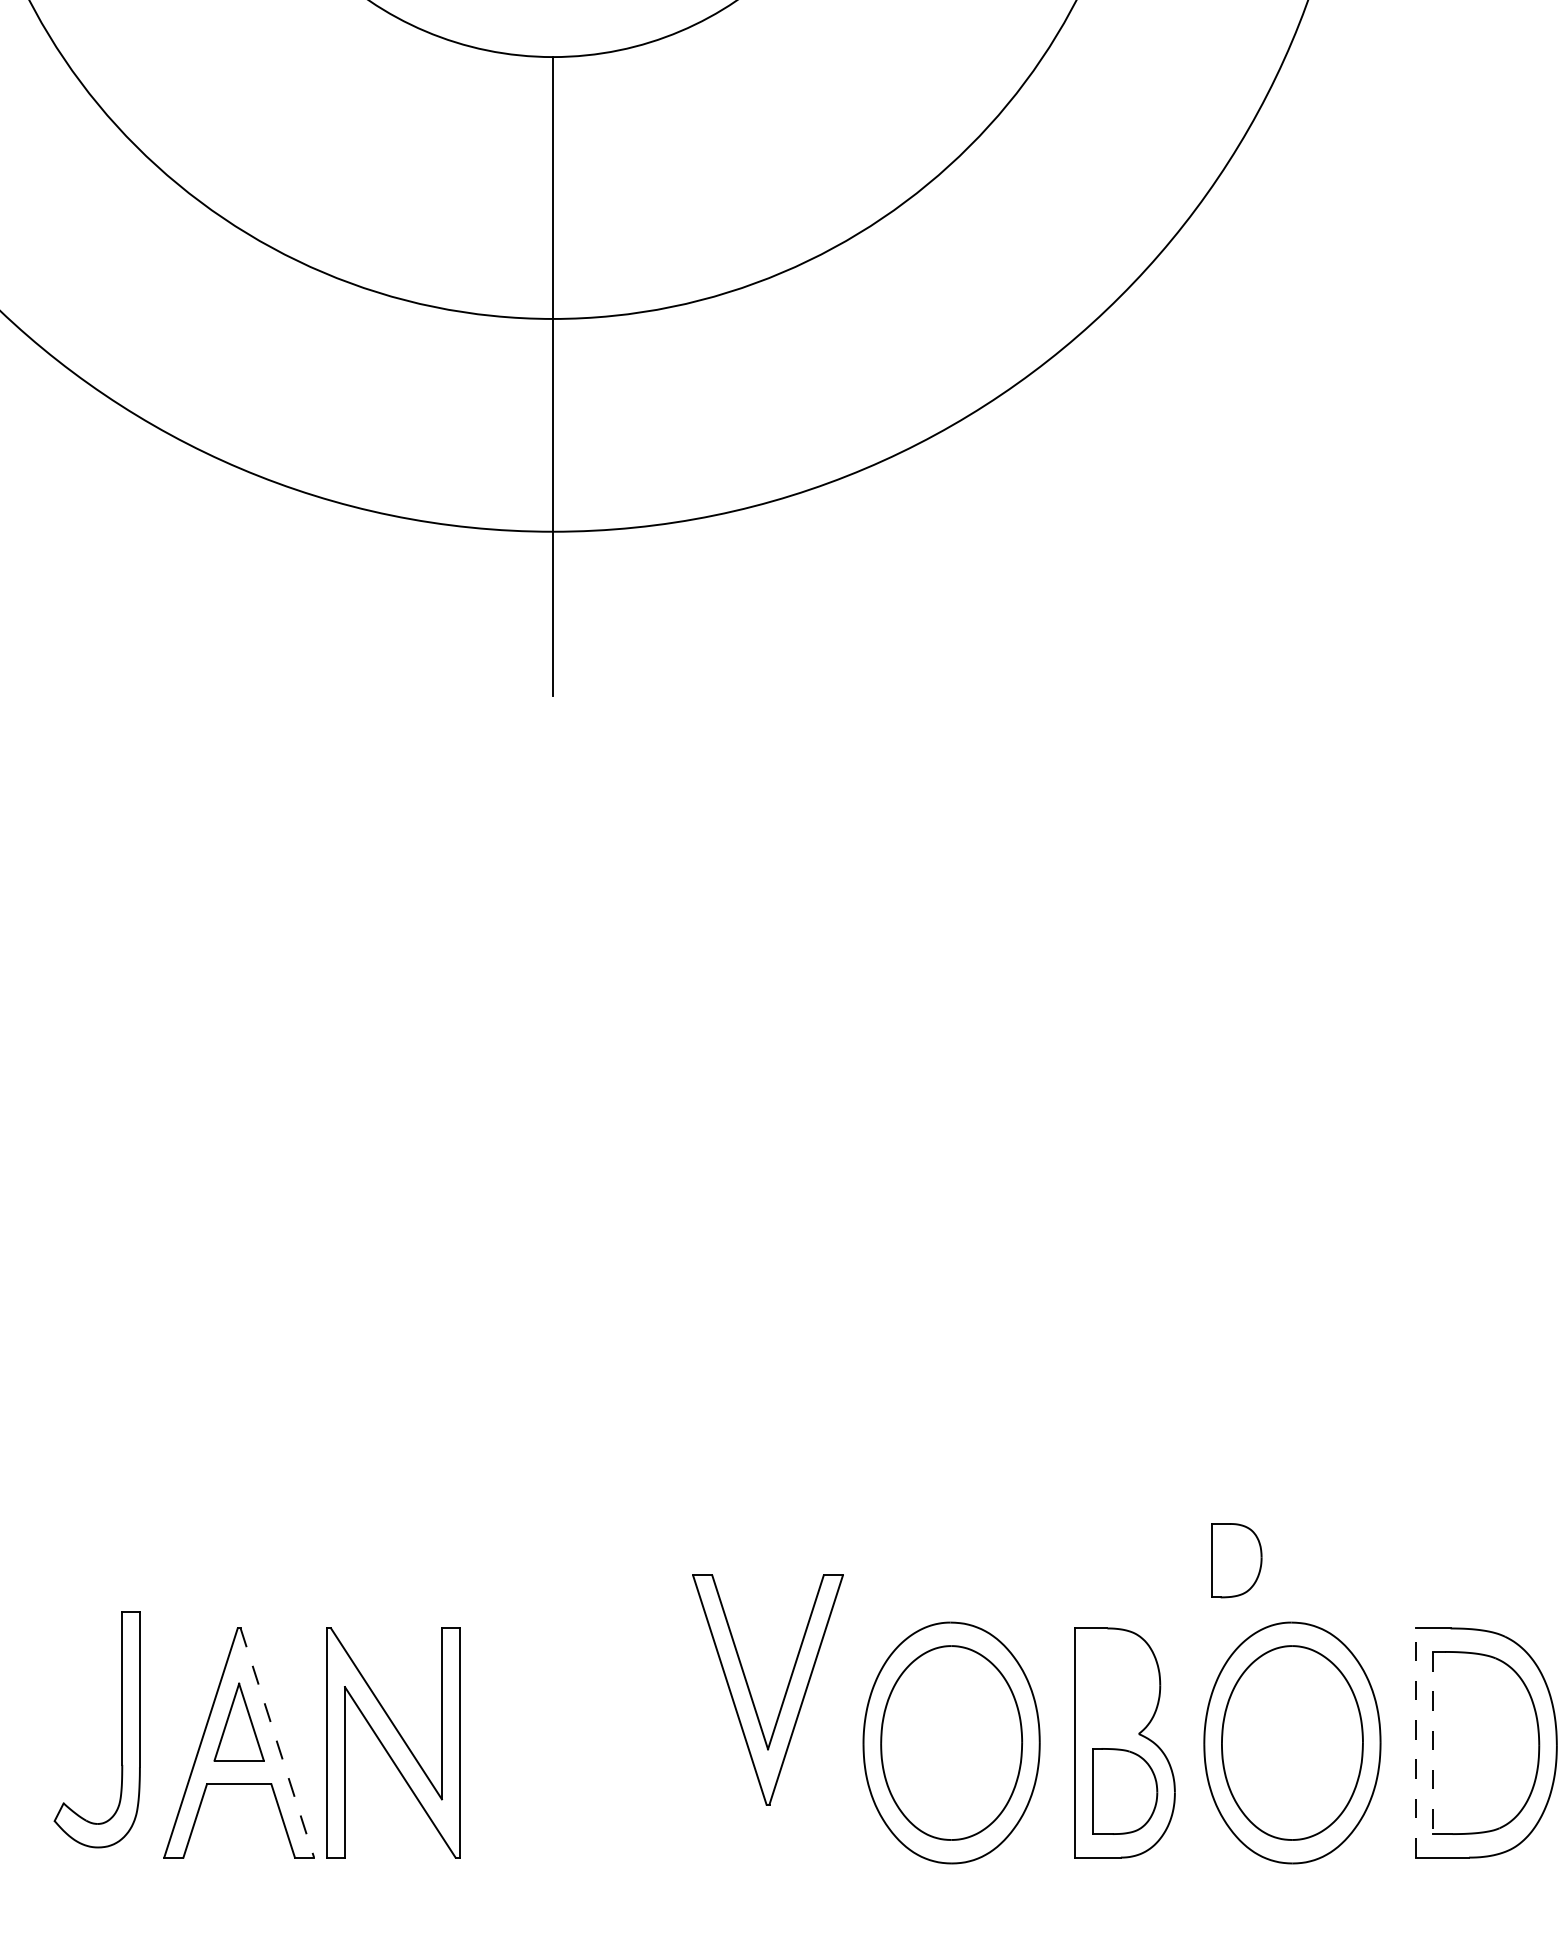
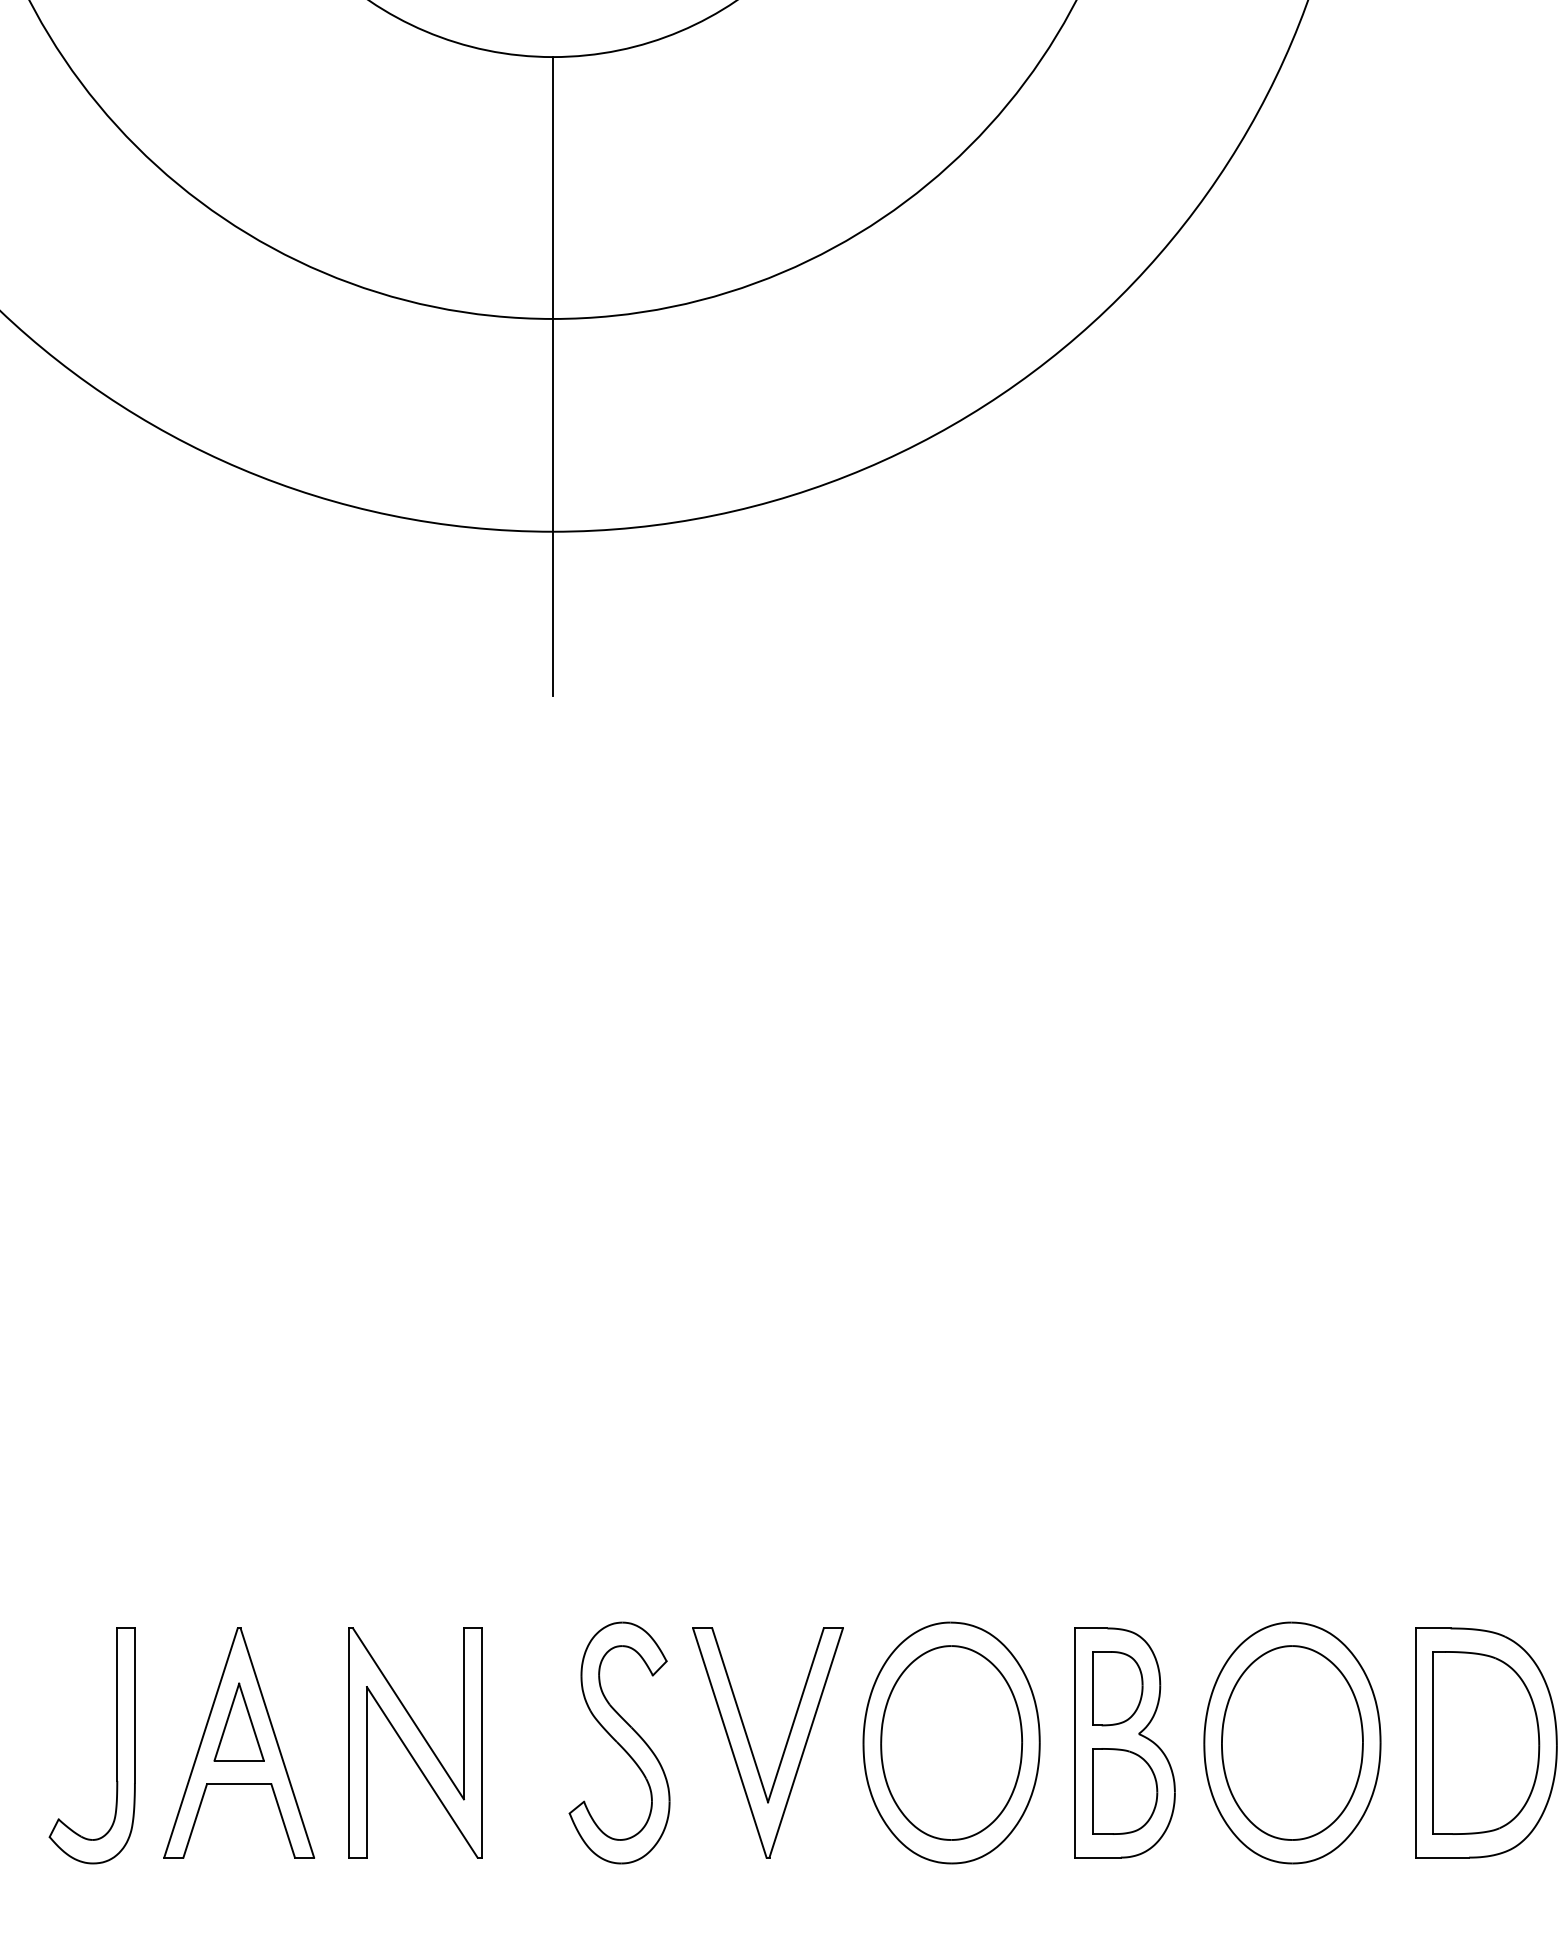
part at (1236, 1560) position: (1236, 1560) -> (1117, 1688)
part at (751, 1693) position: (751, 1693) -> (751, 1746)
part at (121, 1729) position: (121, 1729) -> (116, 1745)
part at (393, 1742) position: (393, 1742) -> (415, 1742)
part at (619, 1742): none -> present
line at (277, 1743): dashed -> solid
line at (1415, 1743): dashed -> solid
line at (1433, 1743): dashed -> solid
